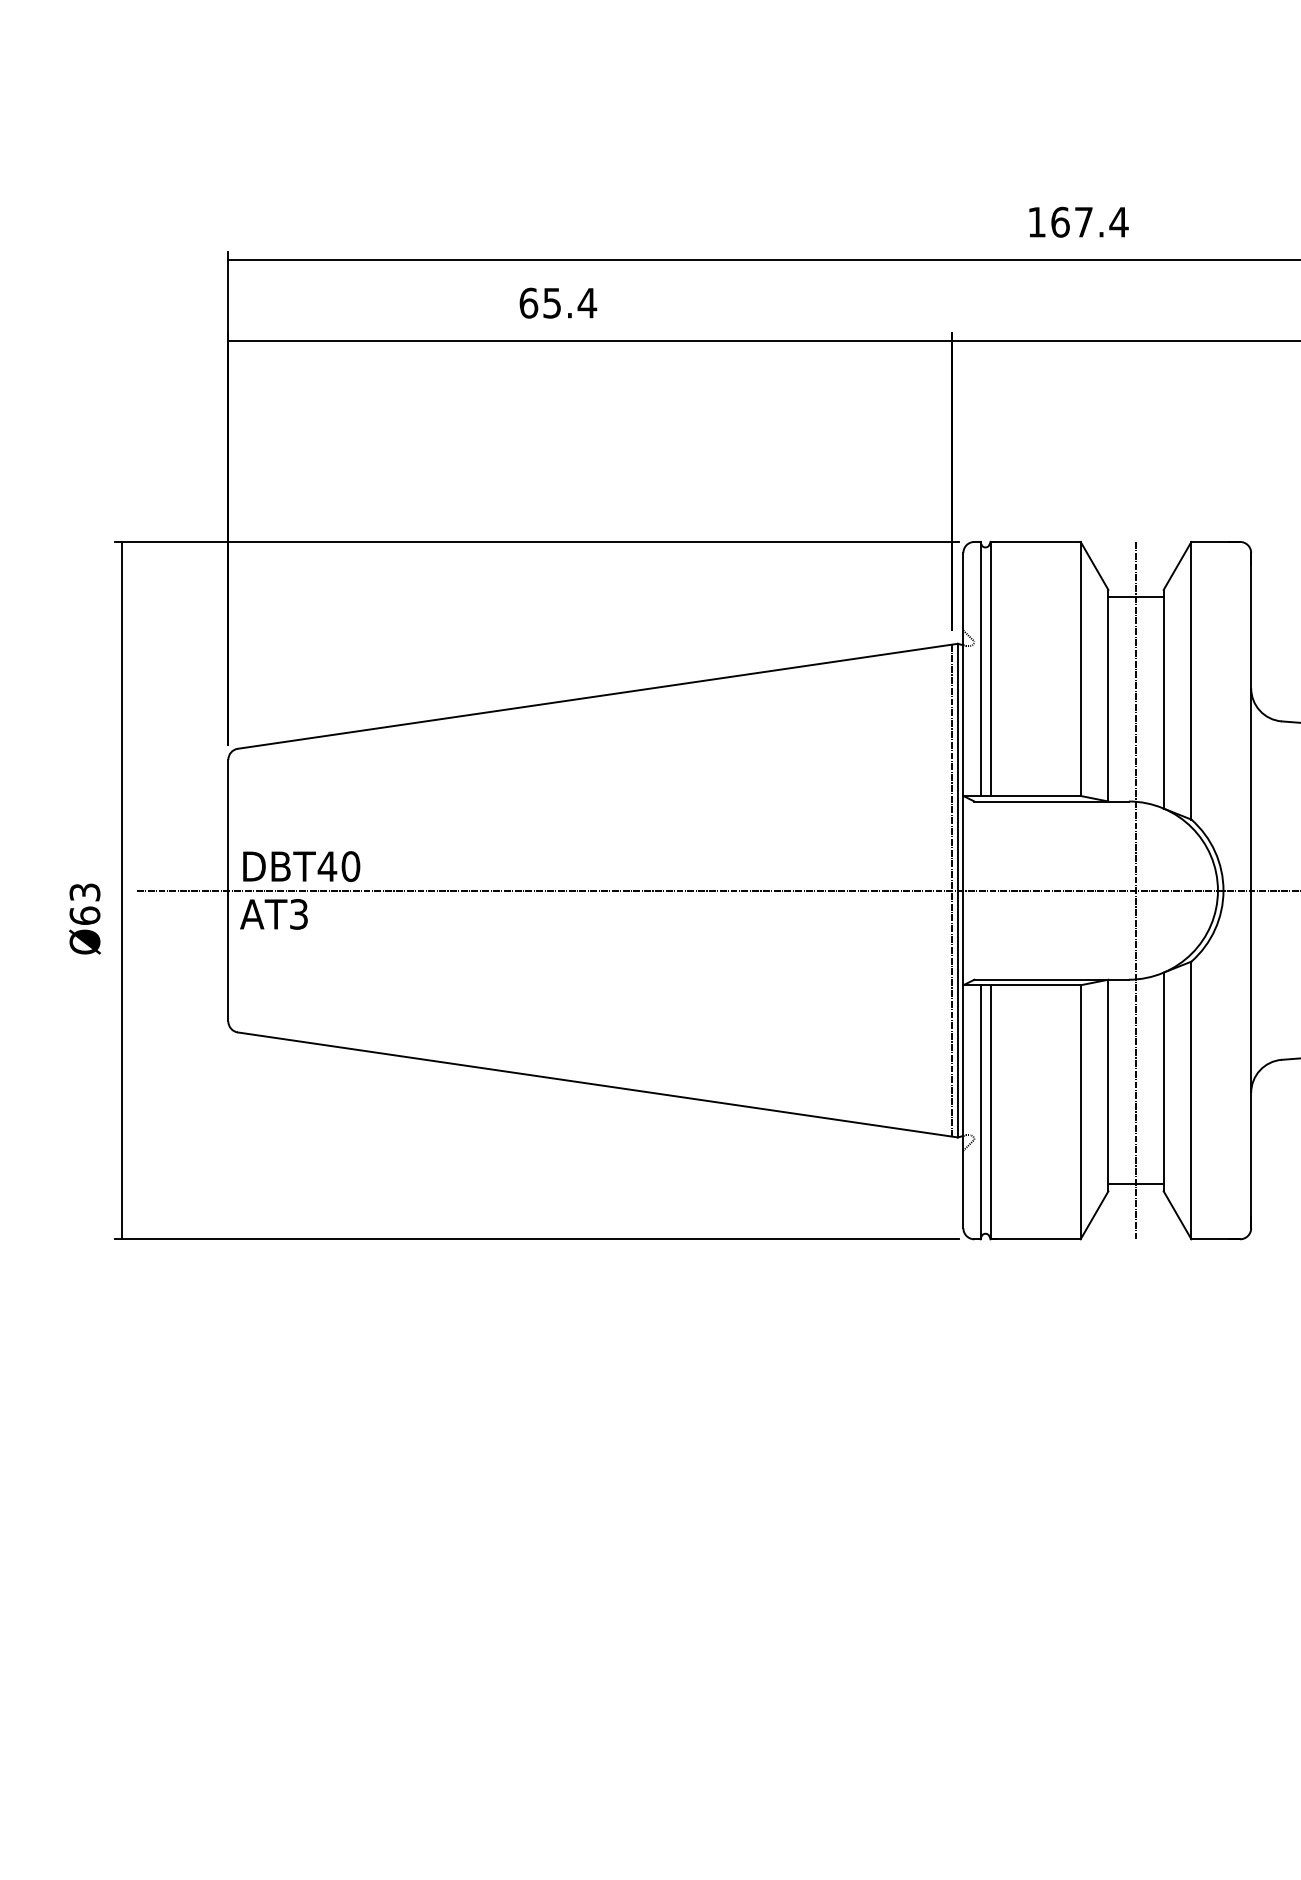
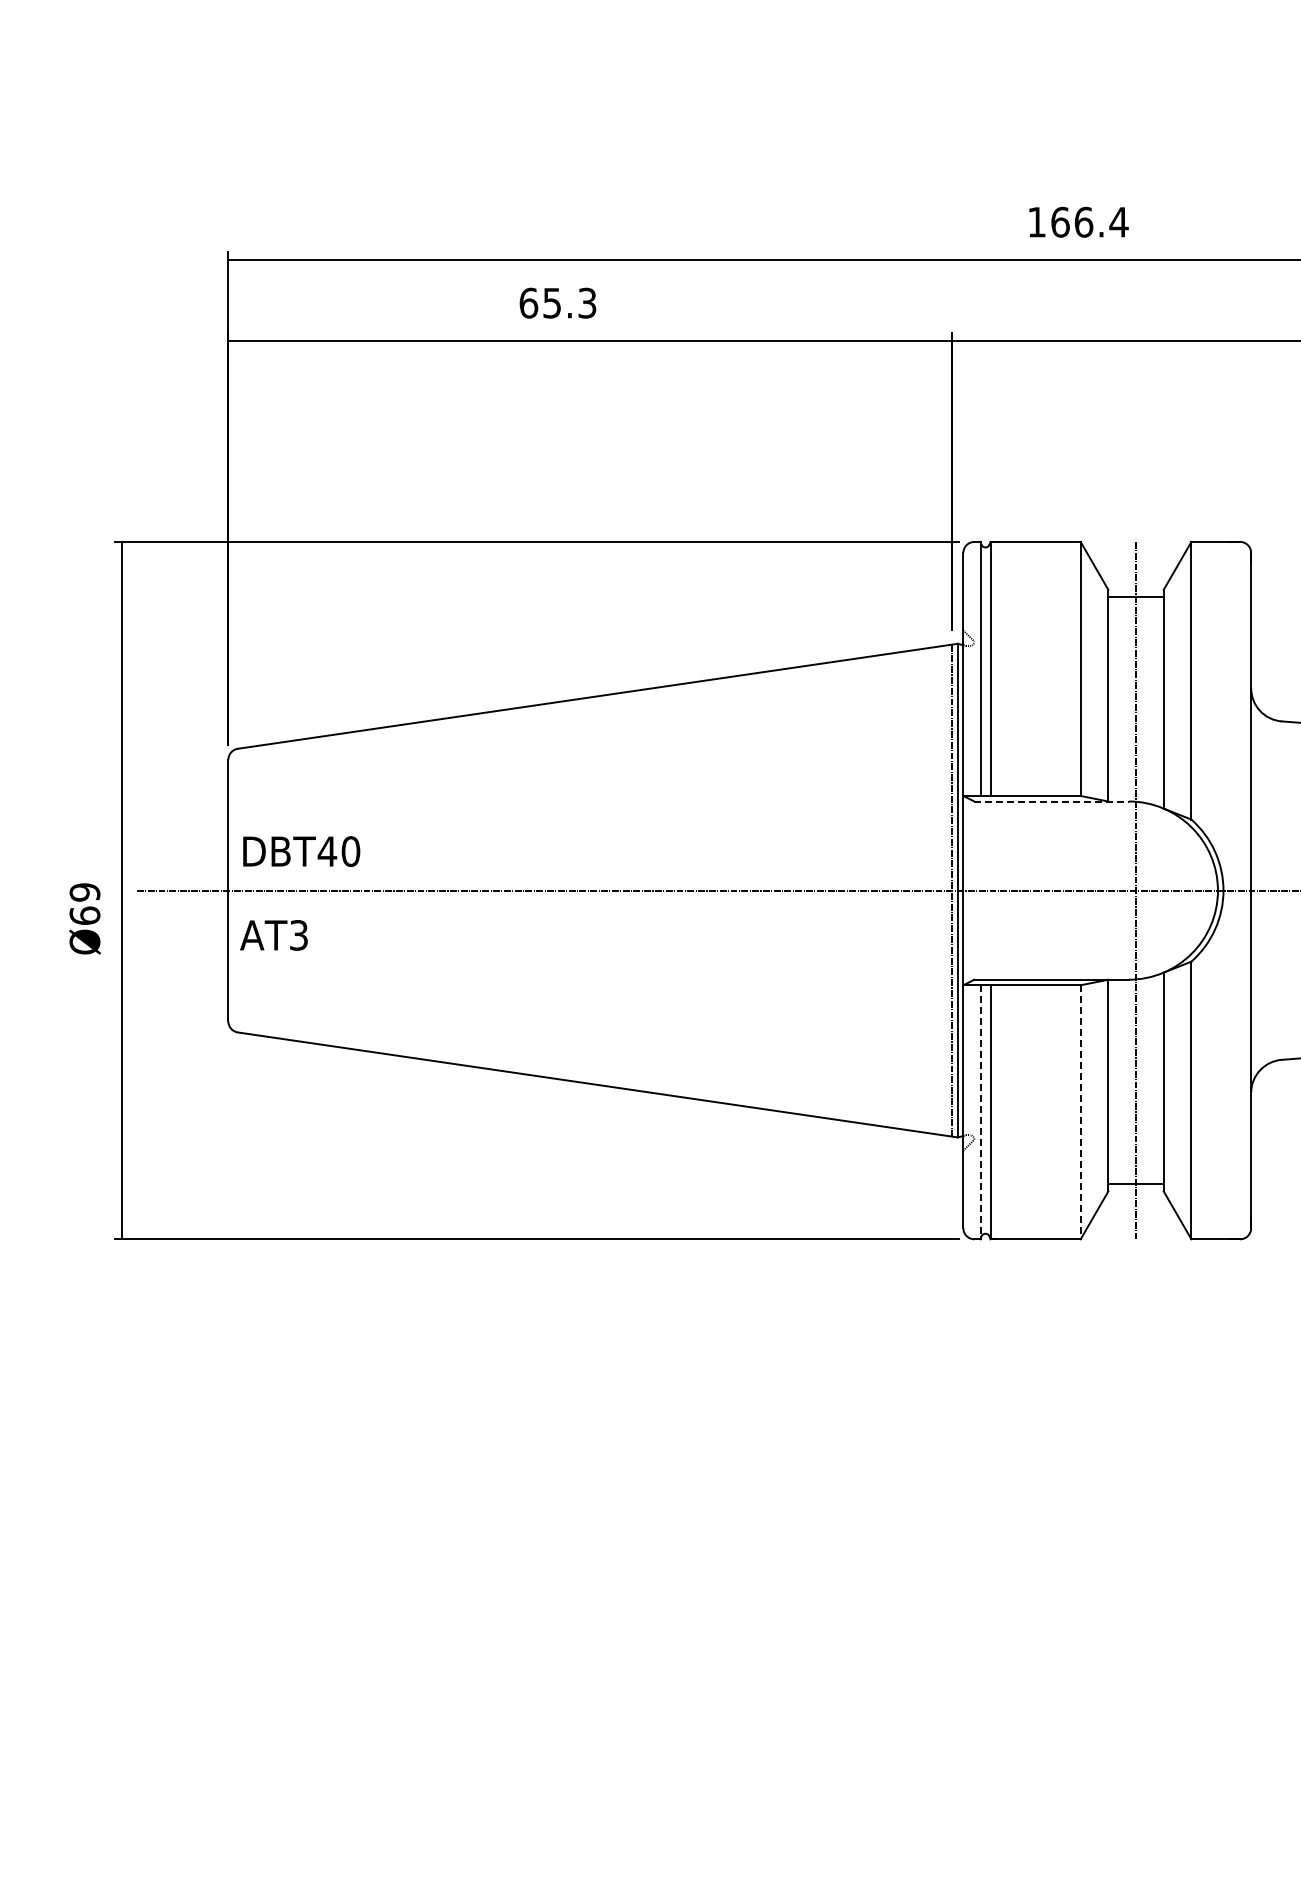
text at (1083, 221): 167.4 -> 166.4
text at (587, 302): 65.4 -> 65.3
line at (1052, 801): solid -> dashed
text at (301, 866) position: (301, 866) -> (301, 851)
text at (84, 892): Ø63 -> Ø69
text at (273, 914) position: (273, 914) -> (273, 935)
line at (980, 1112): solid -> dashed
line at (1080, 1112): solid -> dashed
